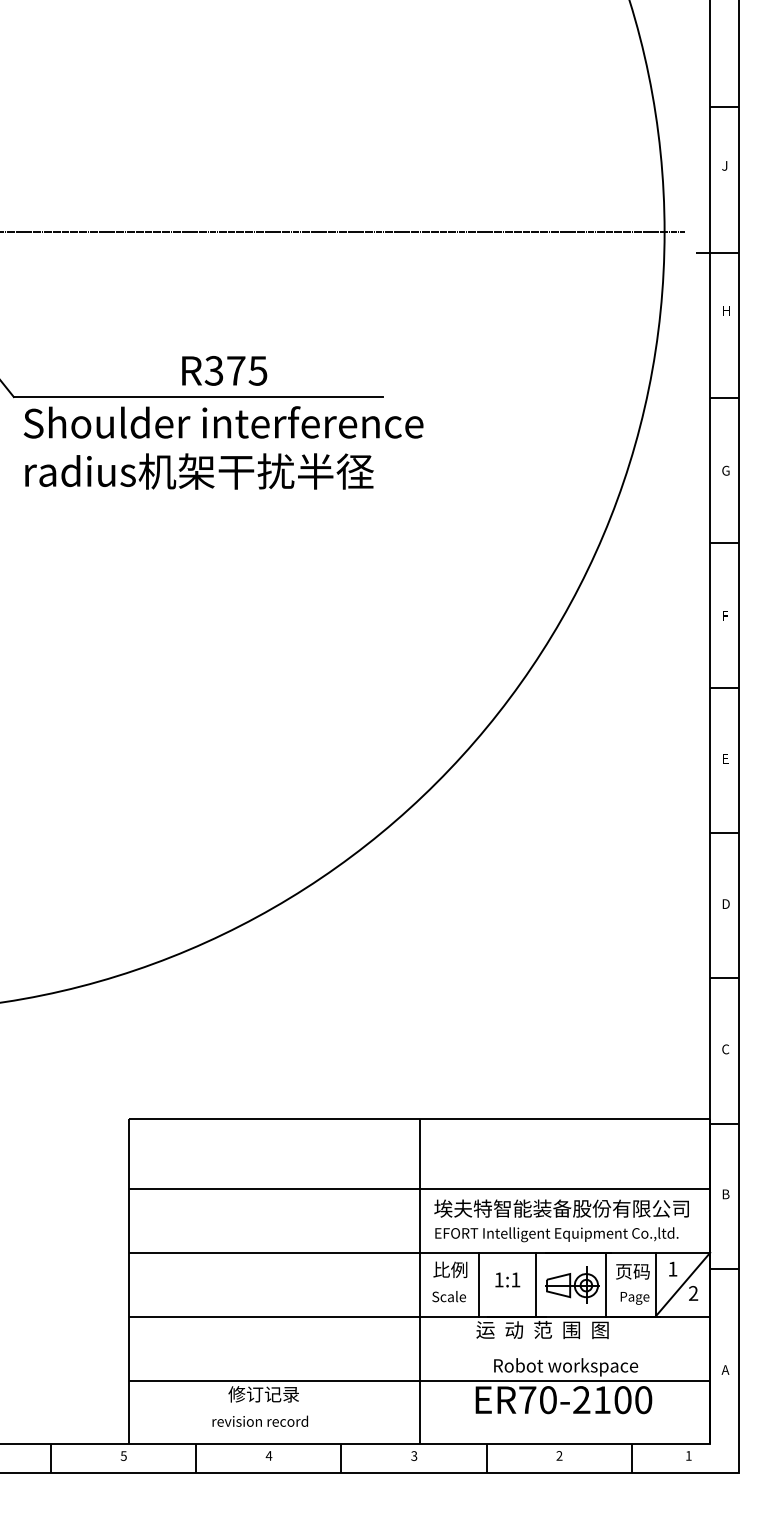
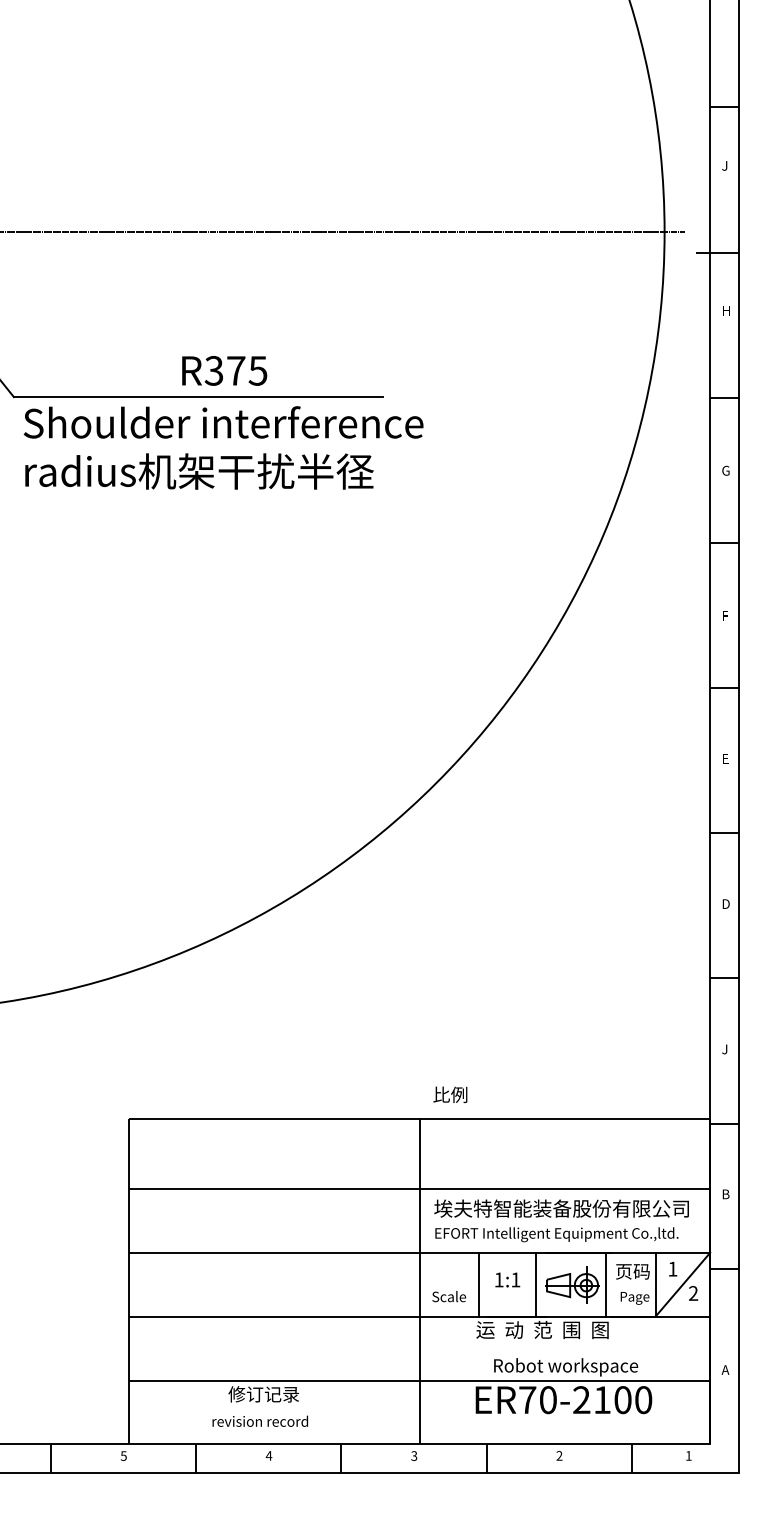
text at (725, 1049): C -> J
text at (450, 1269) position: (450, 1269) -> (450, 1094)
